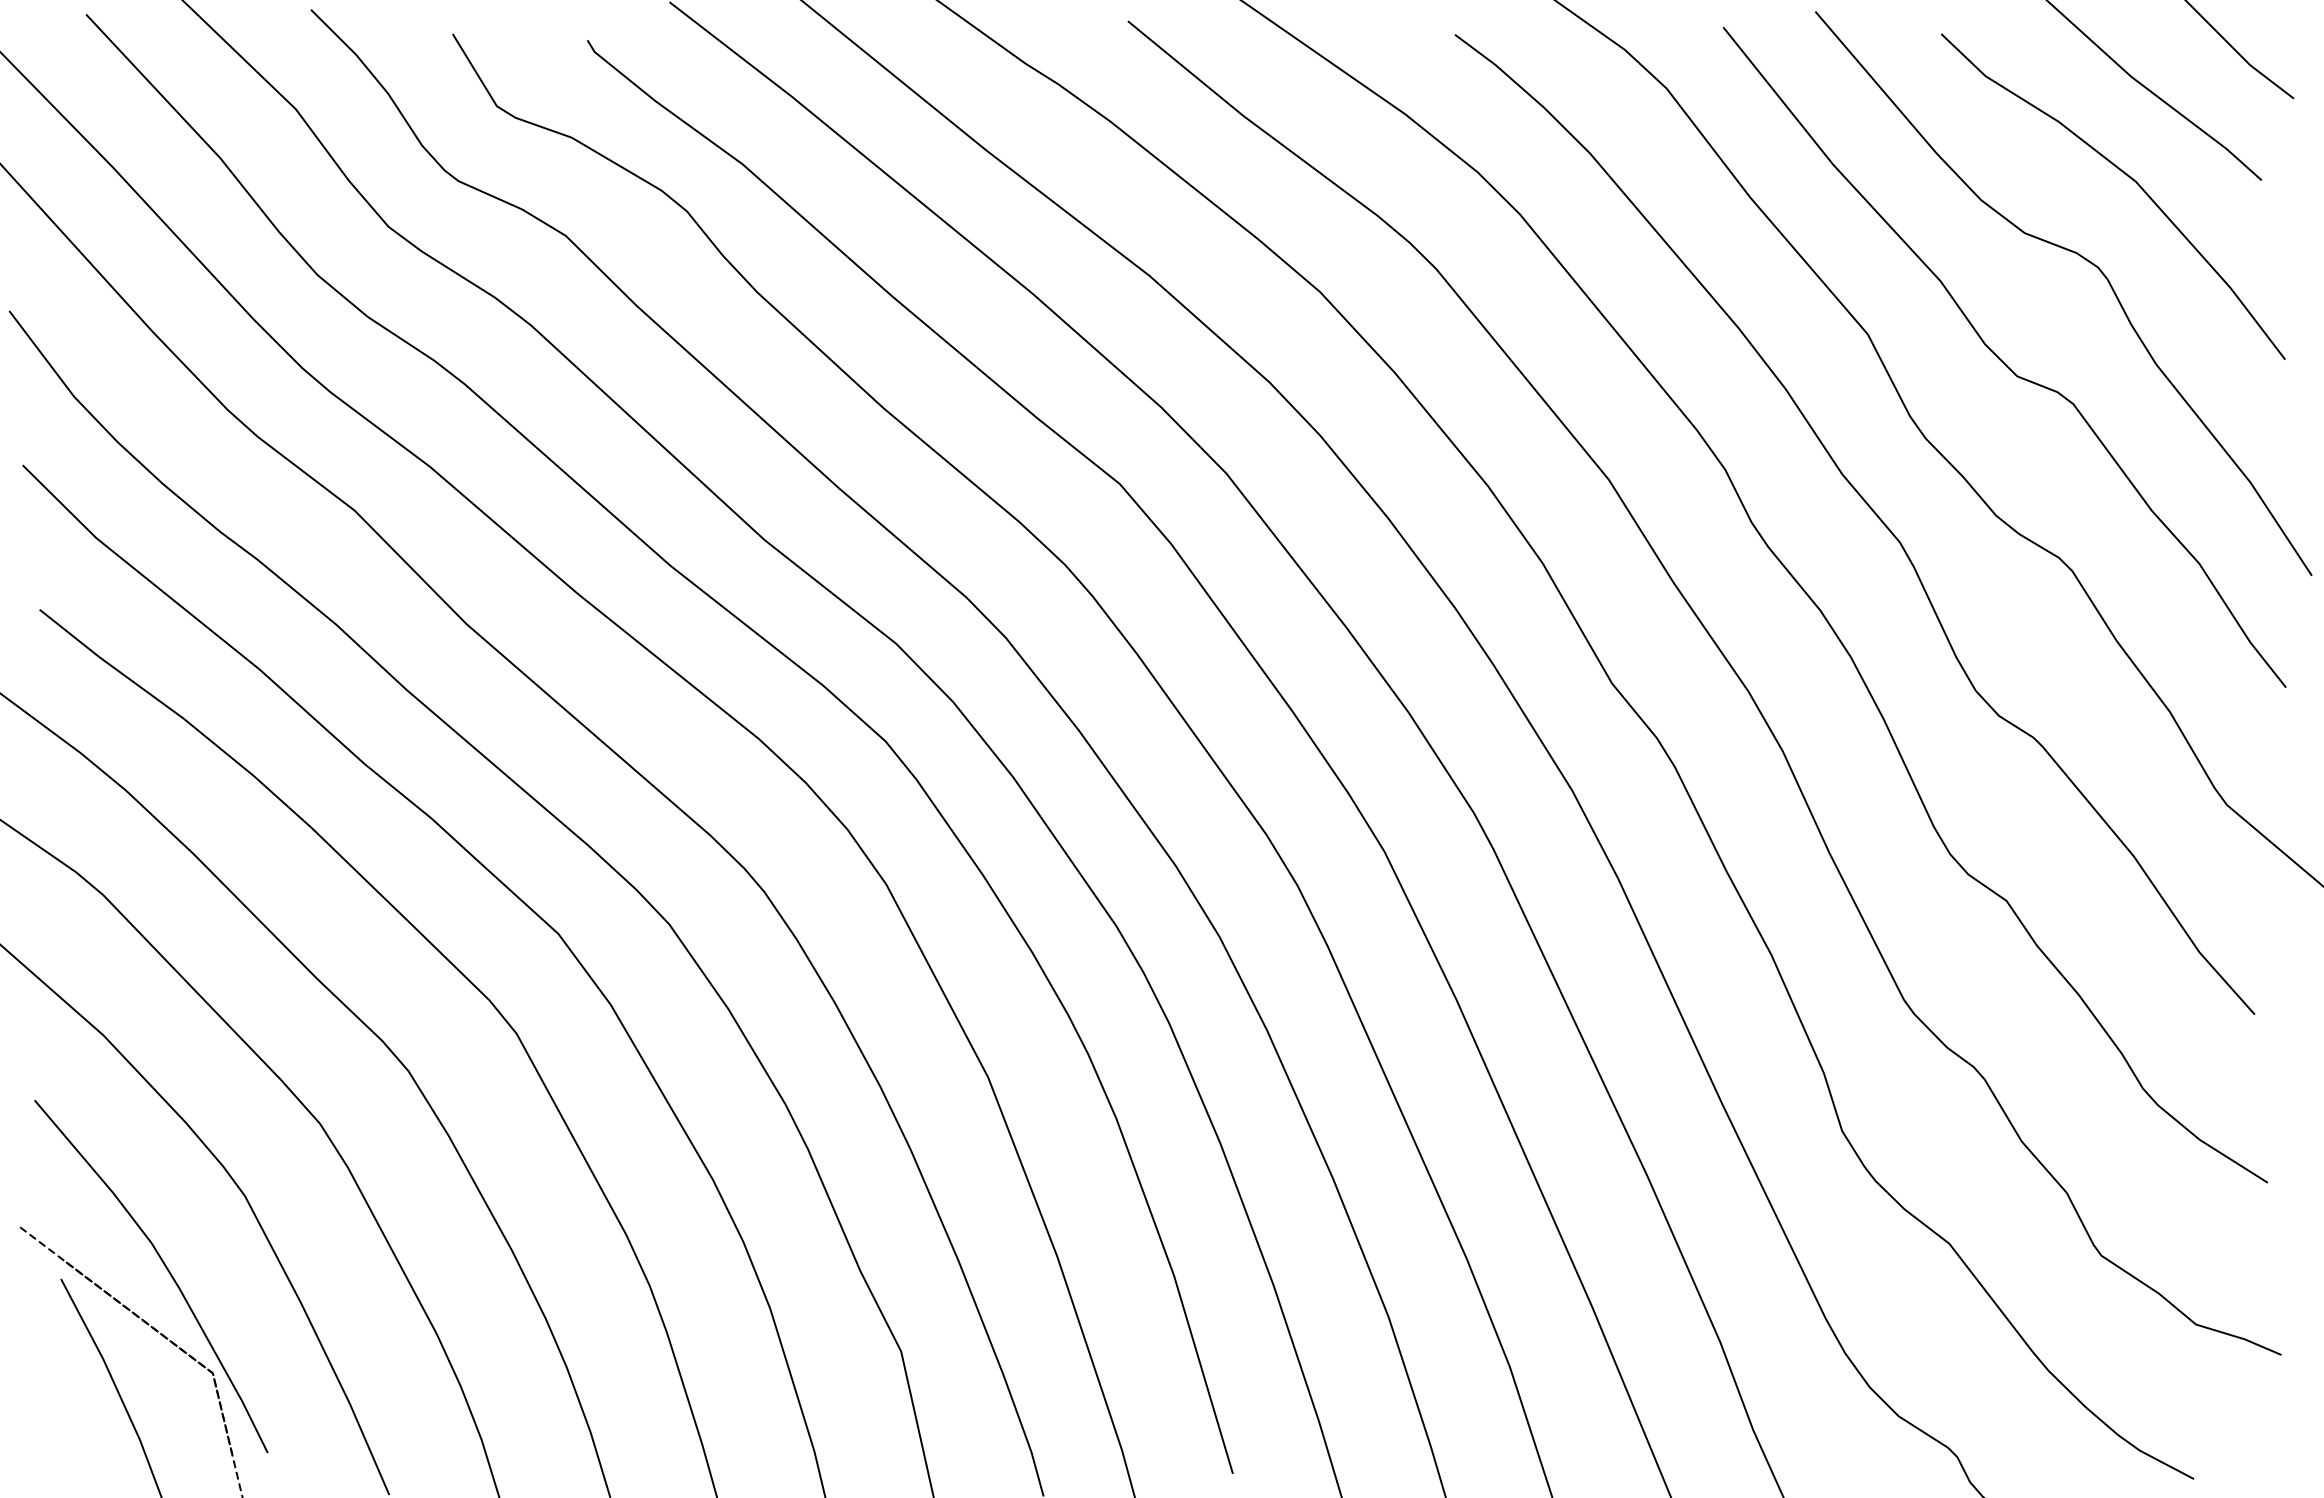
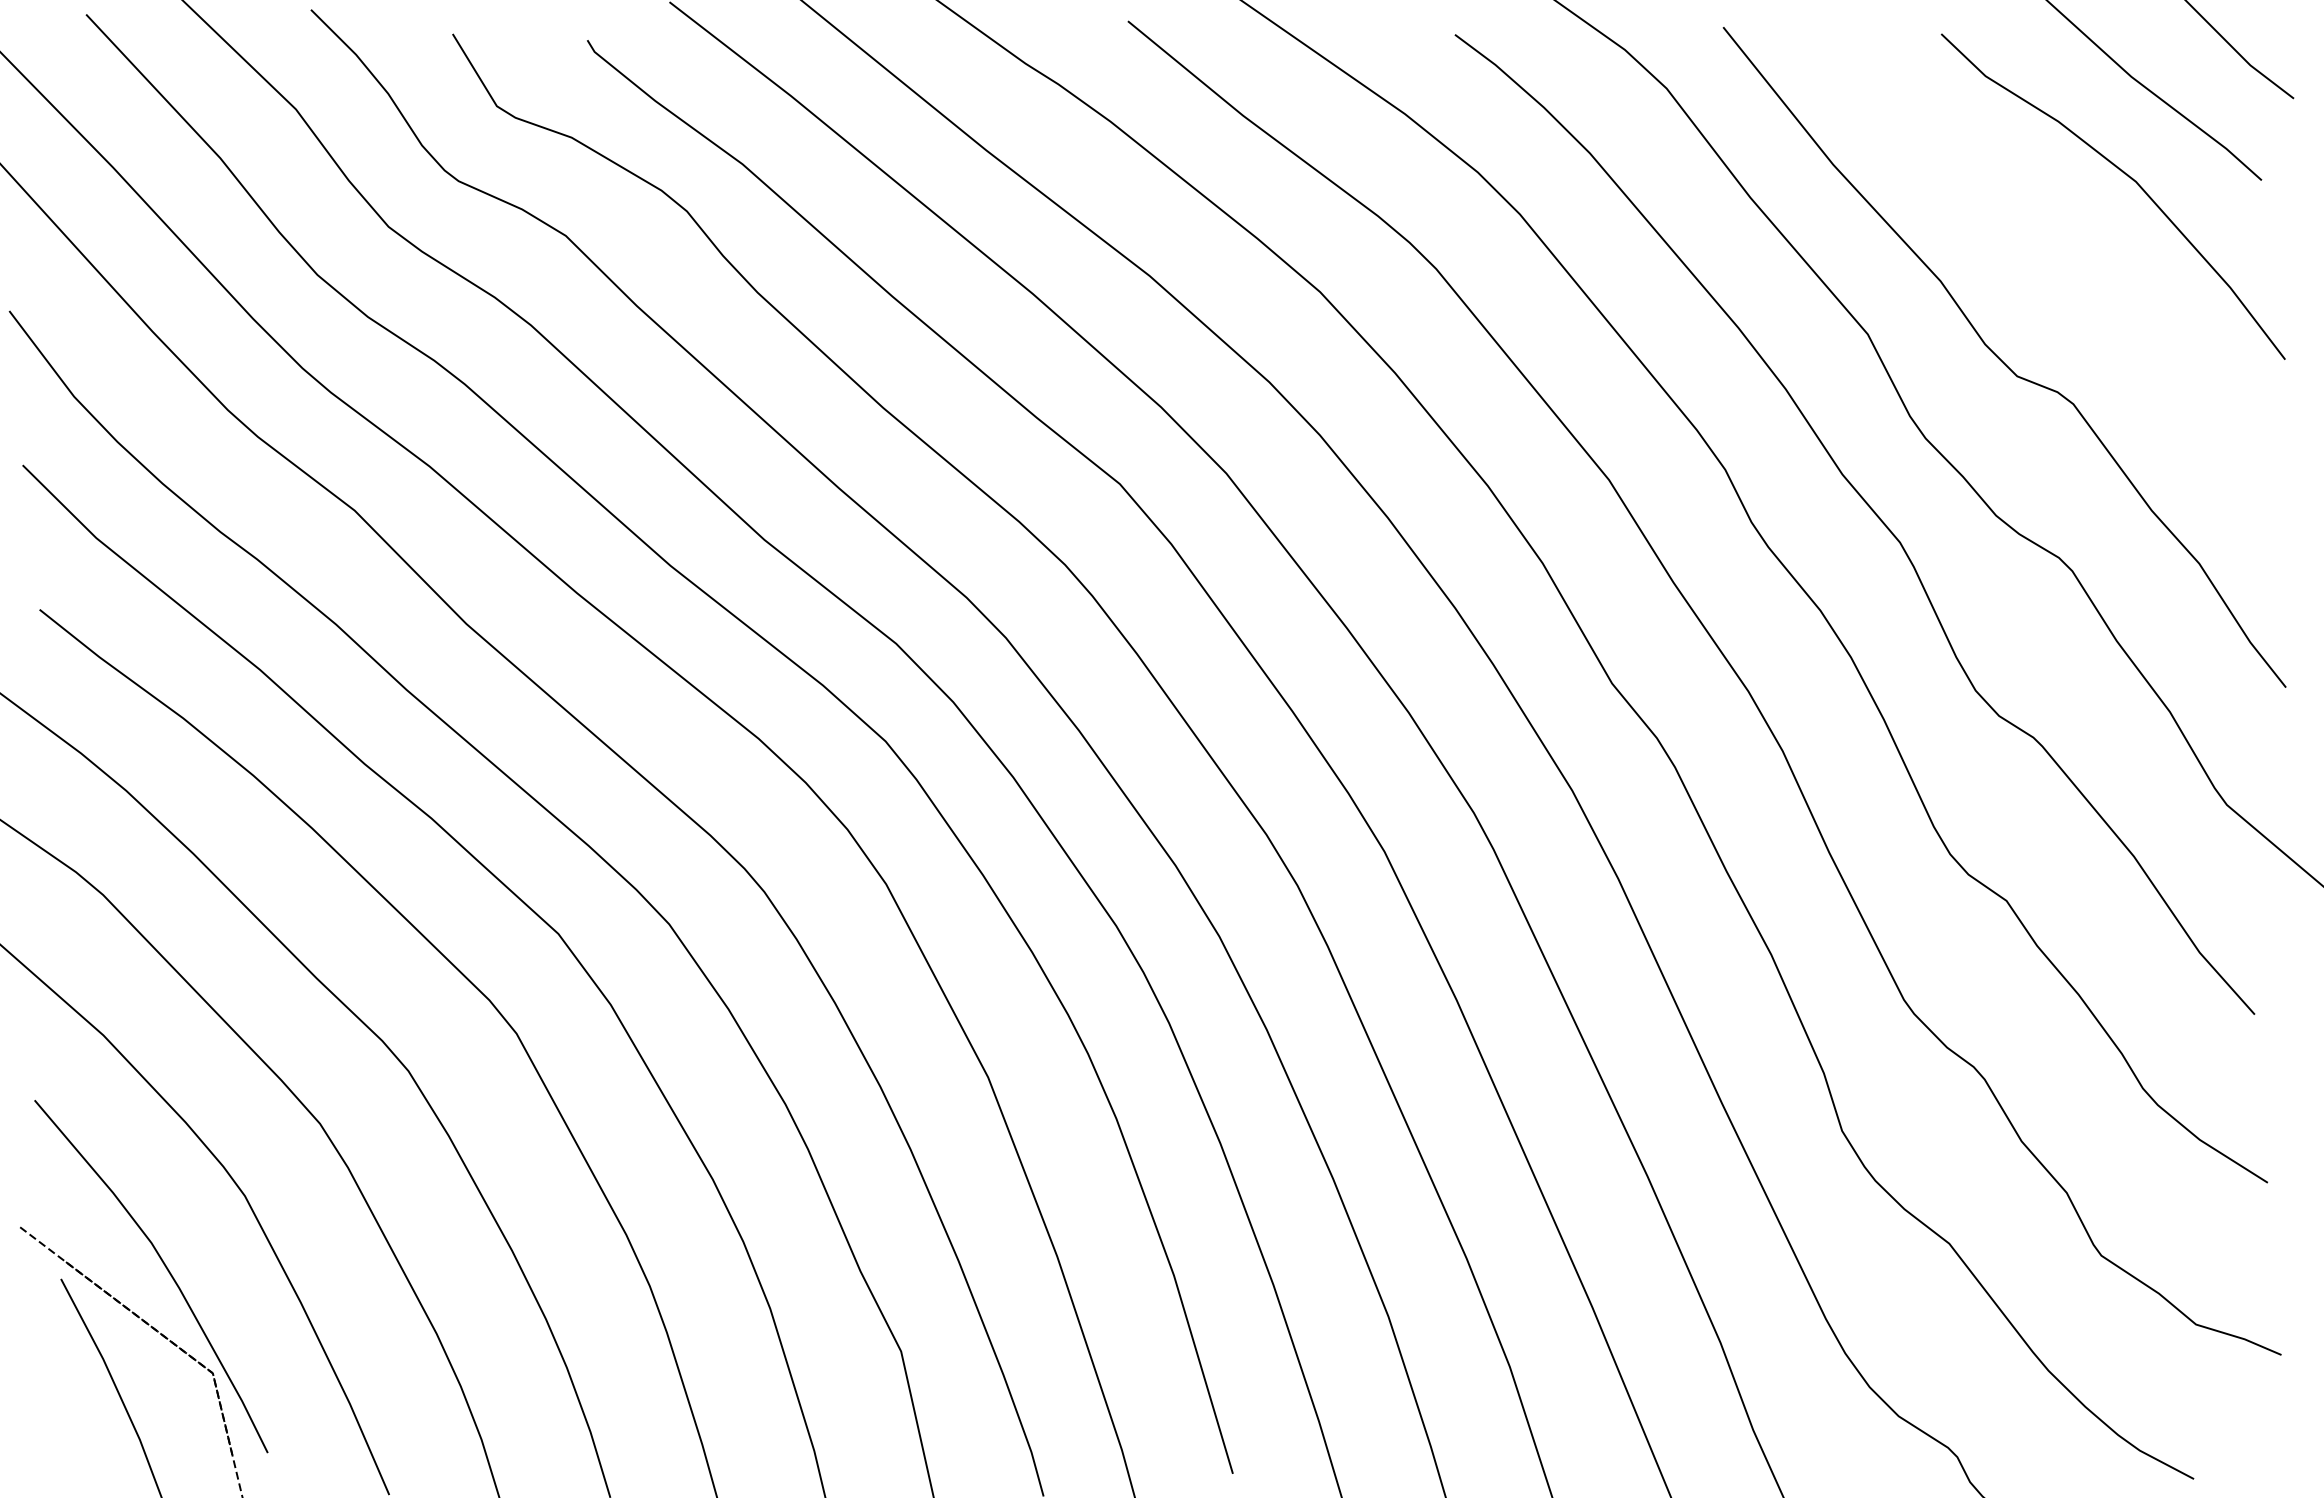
curve at (2085, 260): present -> none
